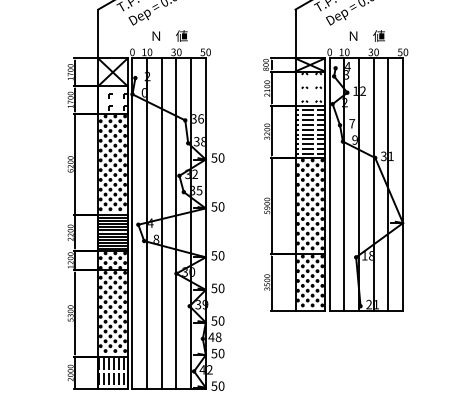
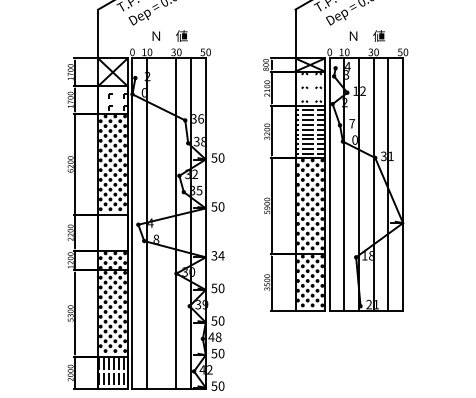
text at (354, 139): 9 -> 0
line at (161, 223): present -> none
hatch at (112, 233): present -> none
text at (218, 255): 50 -> 34
